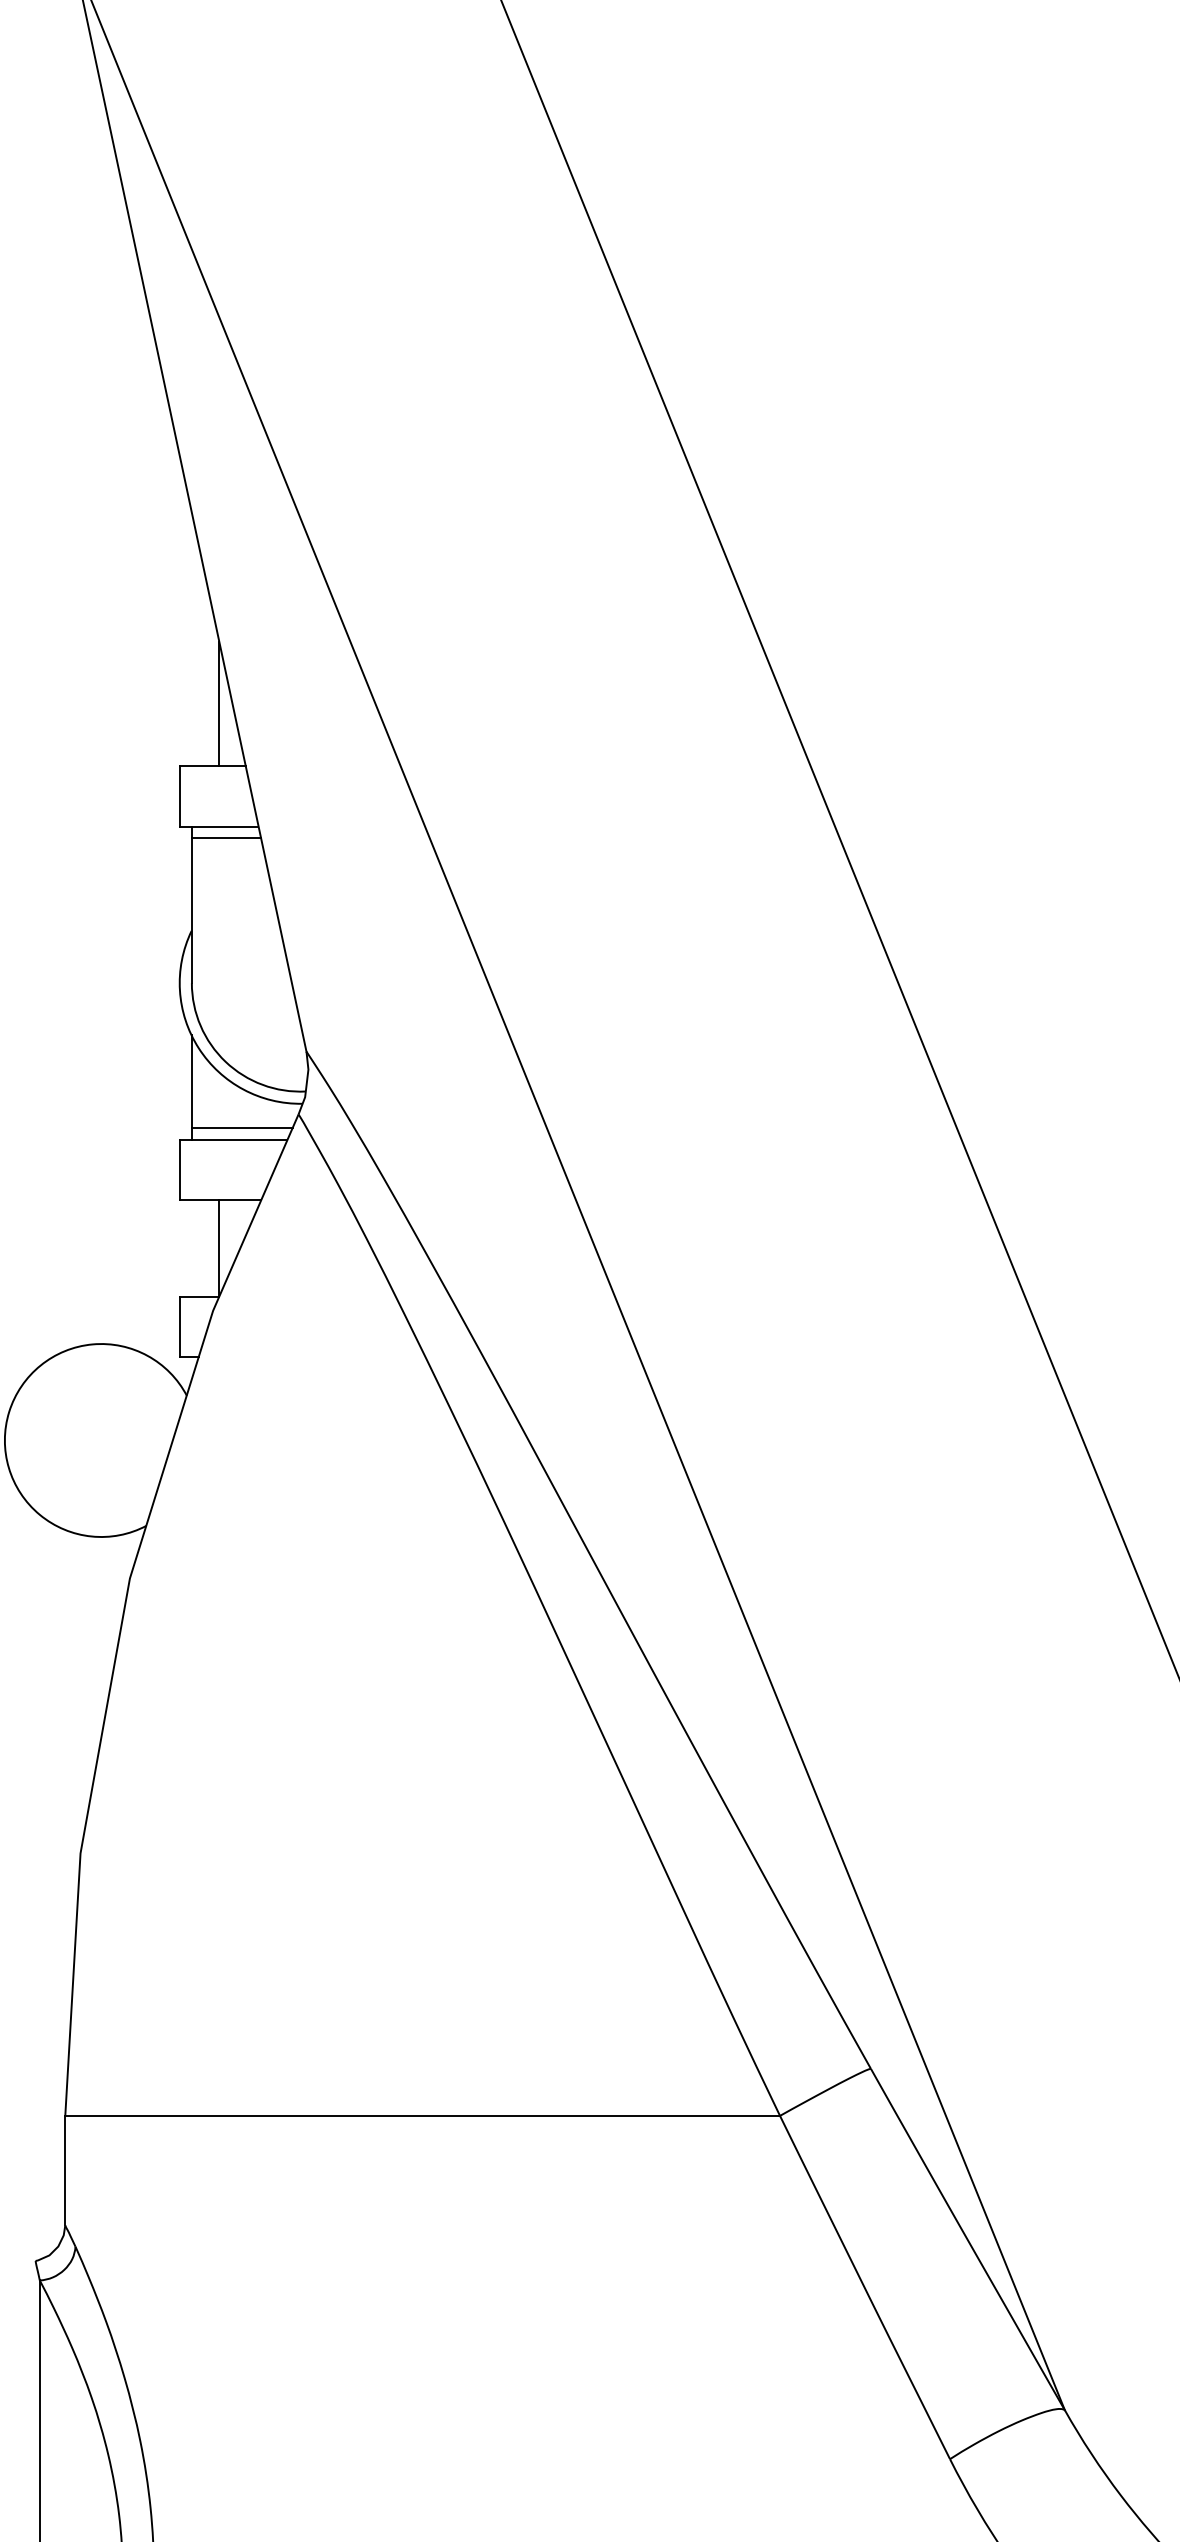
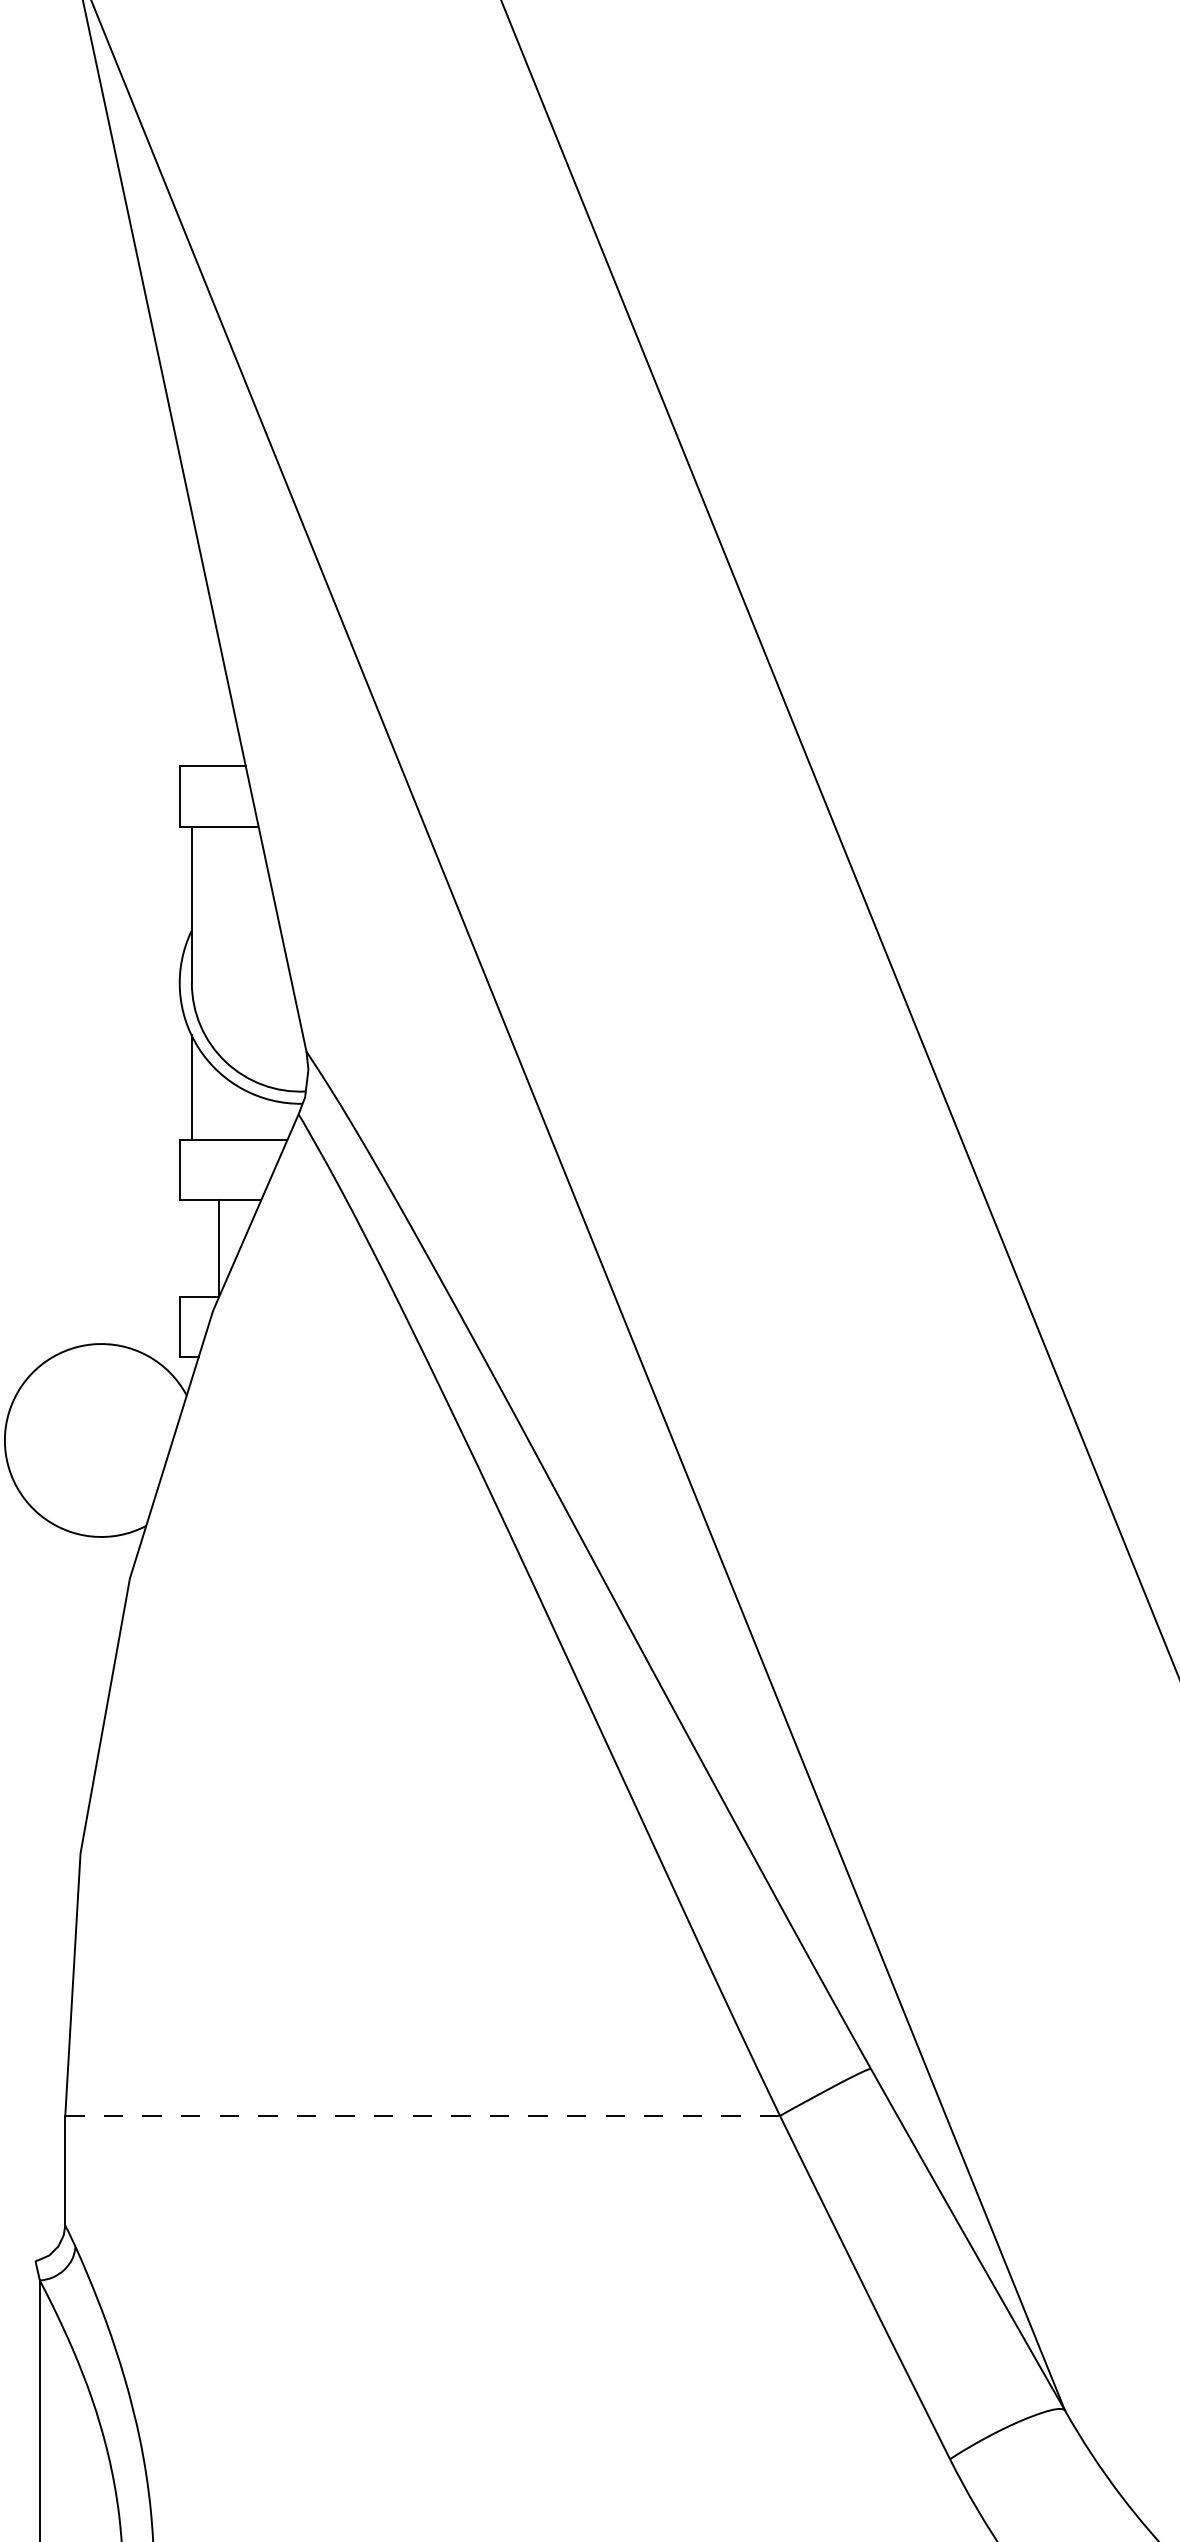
line at (219, 704): present -> none
line at (226, 838): present -> none
line at (241, 1127): present -> none
line at (423, 2115): solid -> dashed
